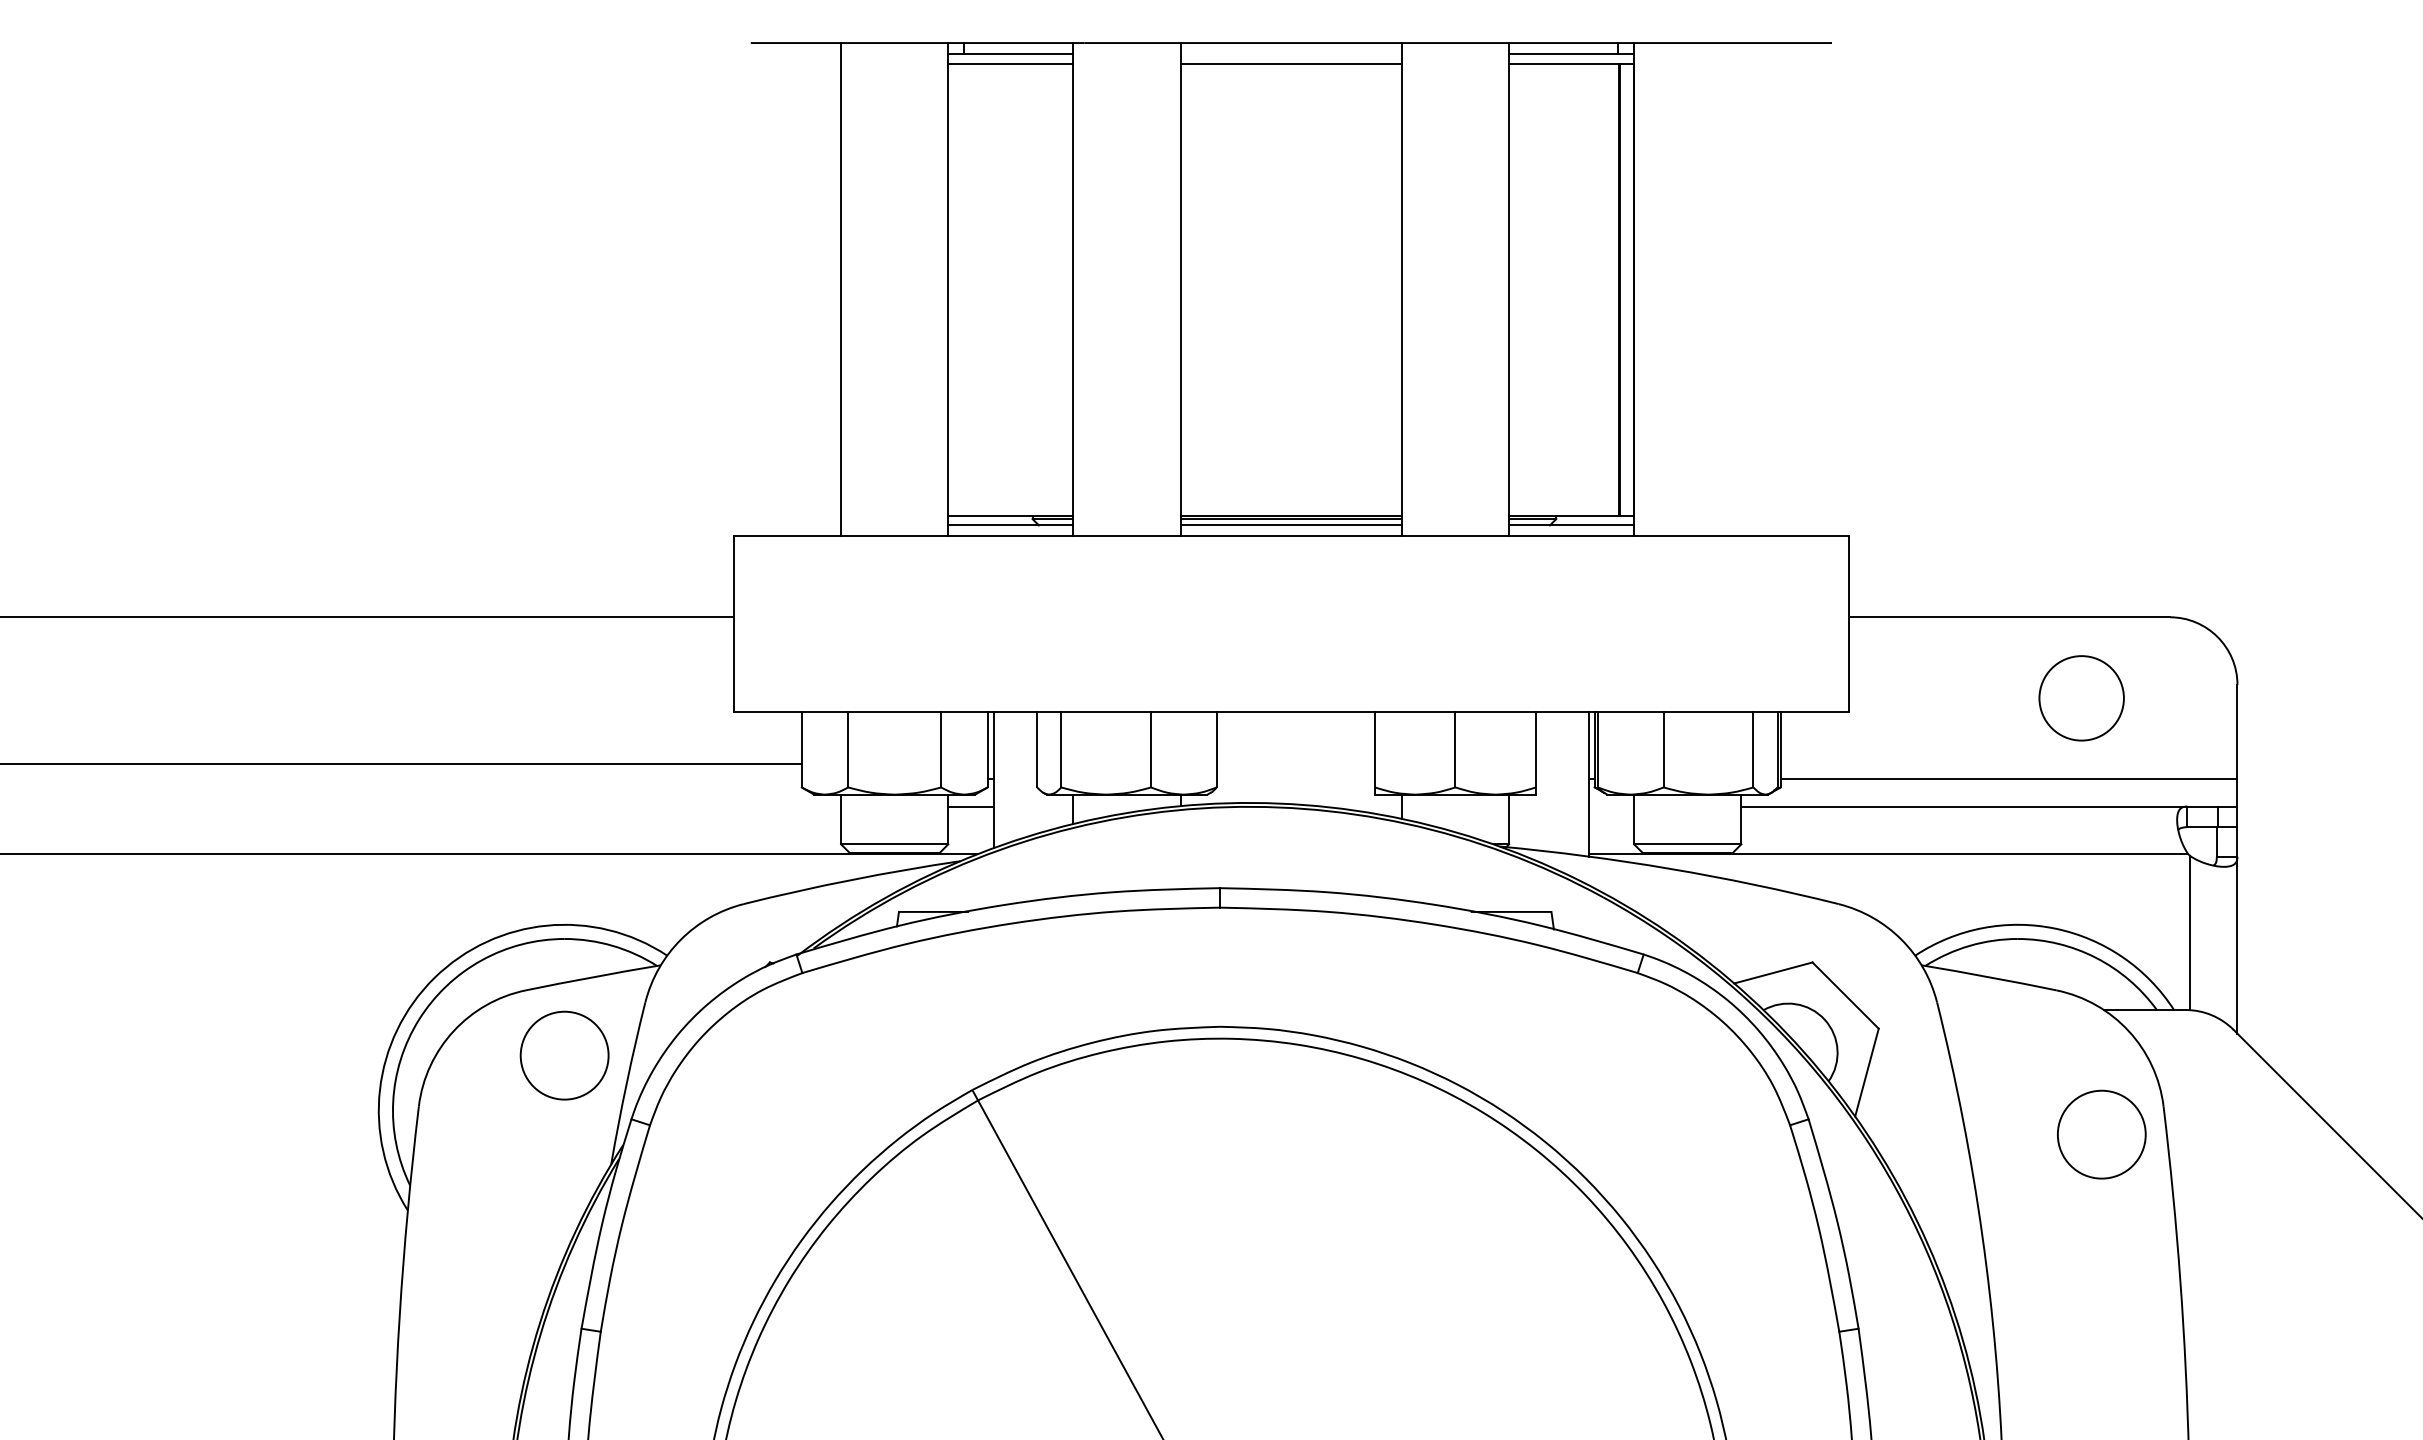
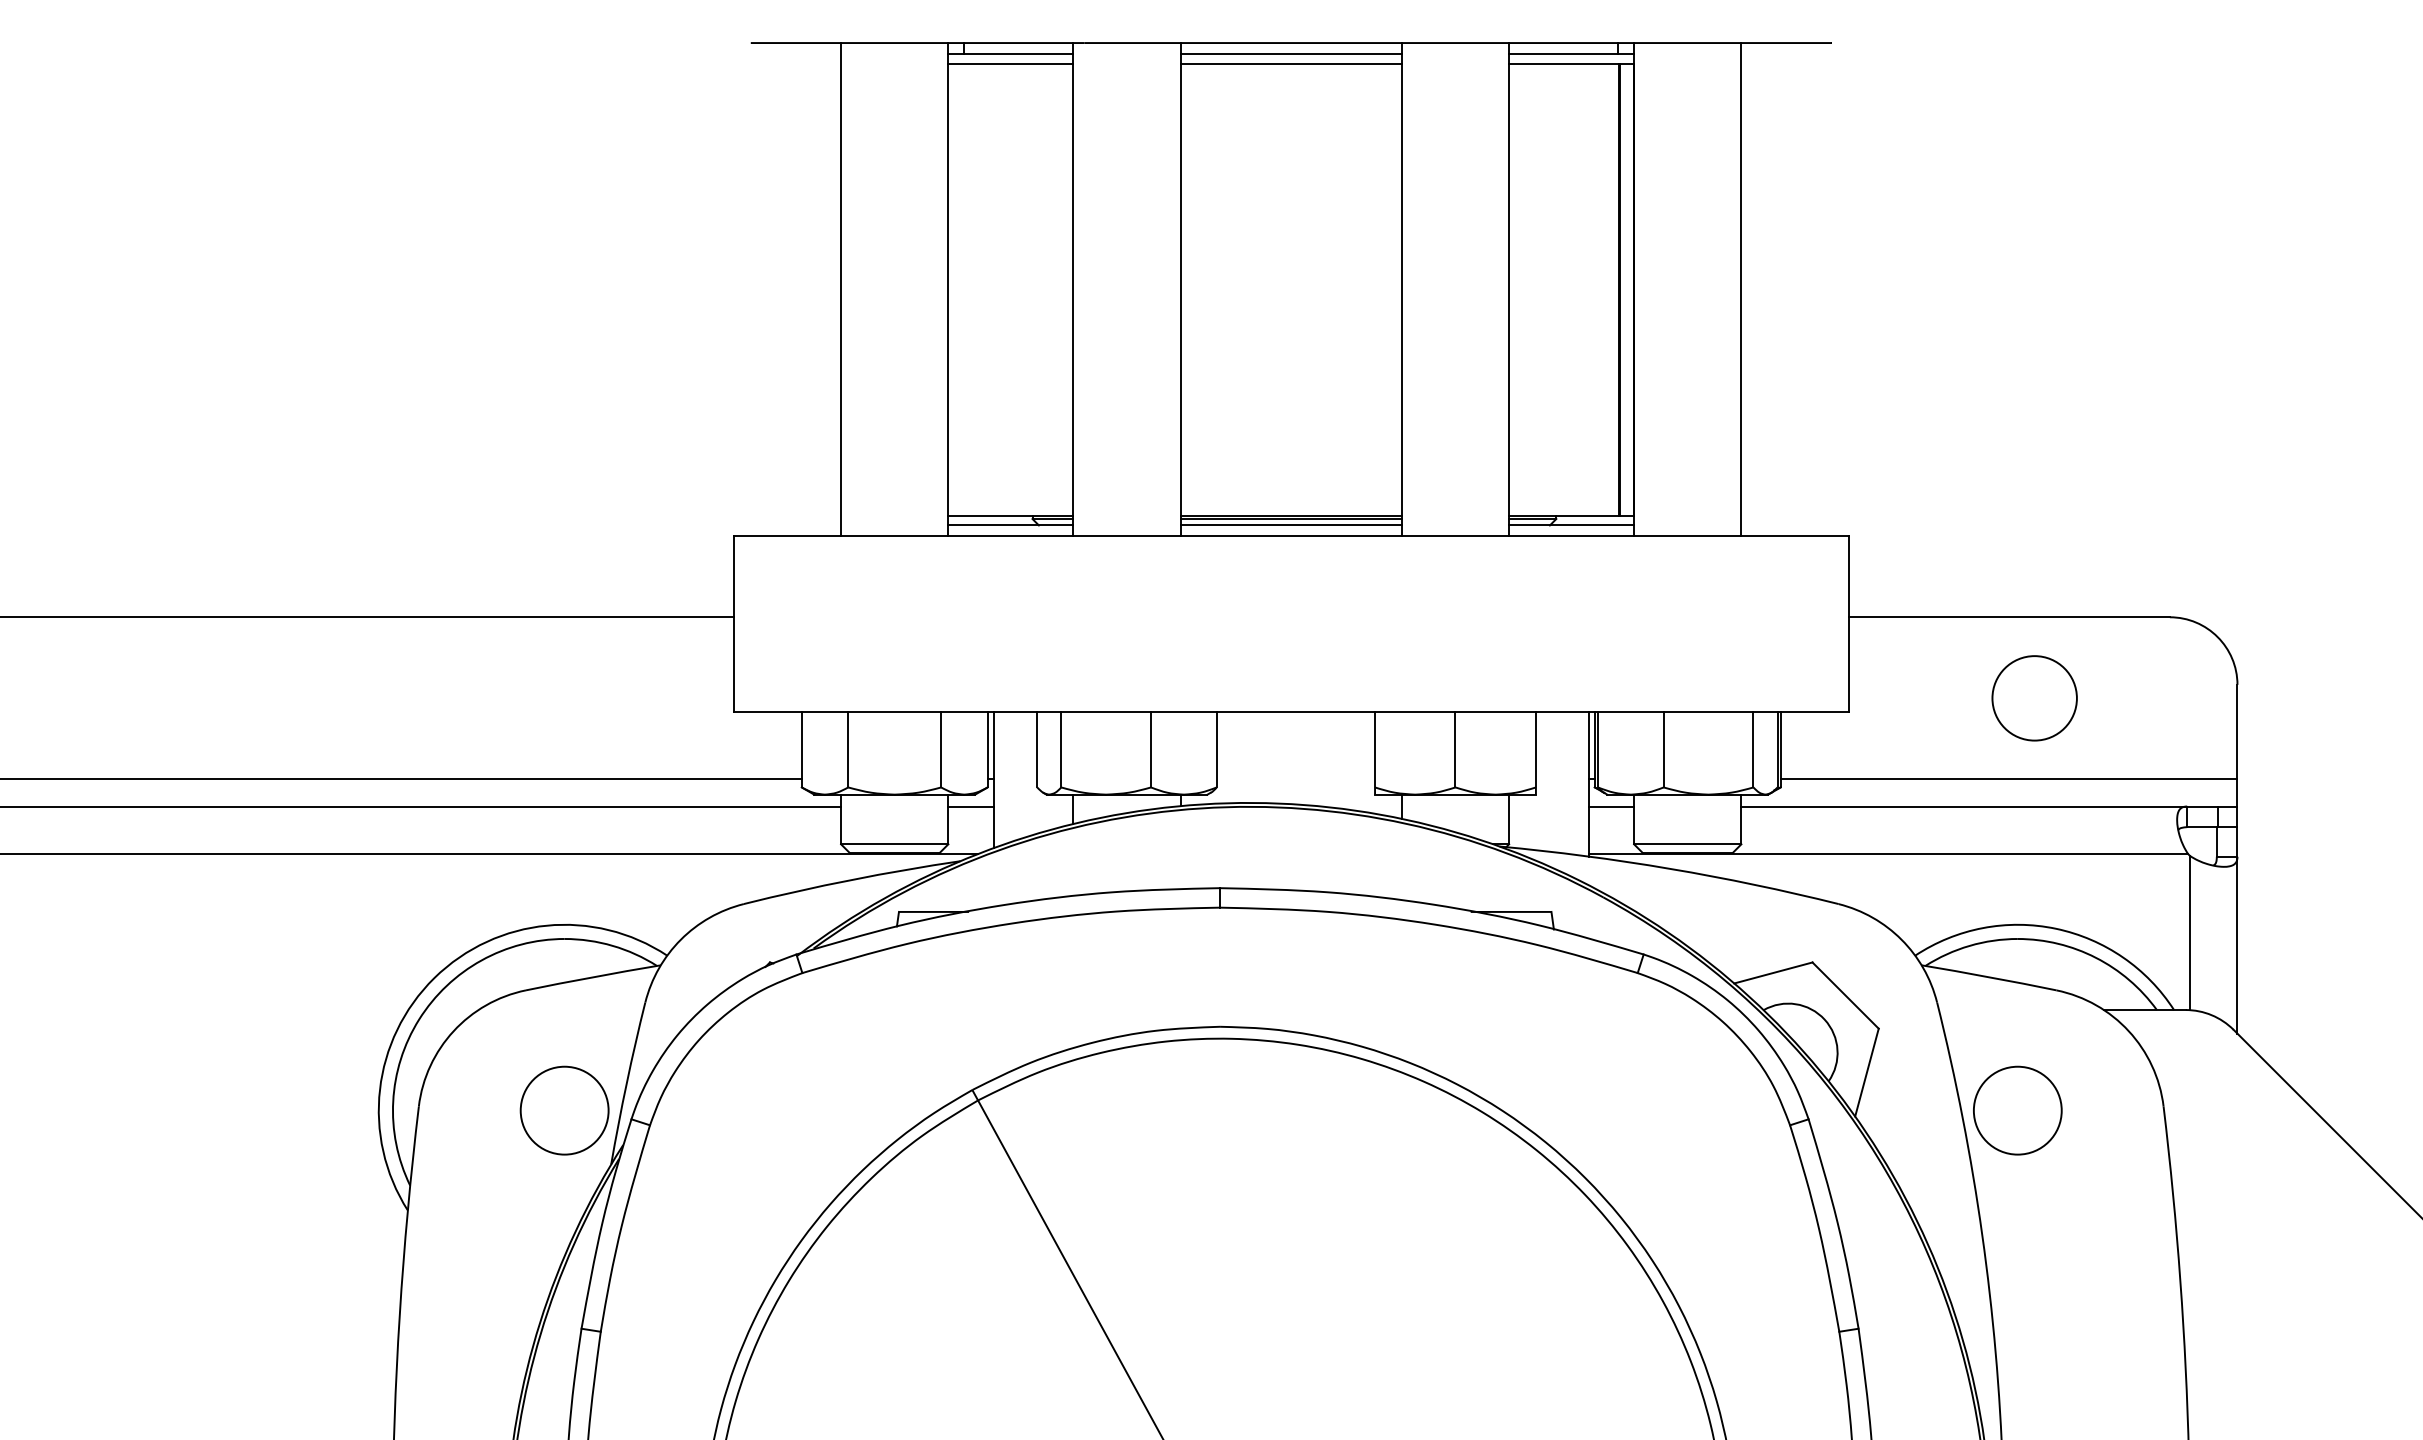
line at (1290, 53): none -> present
line at (1741, 289): none -> present
circle at (2081, 698) position: (2081, 698) -> (2034, 698)
line at (401, 764) position: (401, 764) -> (401, 779)
line at (421, 806): none -> present
line at (1611, 806): none -> present
circle at (564, 1055) position: (564, 1055) -> (564, 1110)
circle at (2101, 1134) position: (2101, 1134) -> (2017, 1110)
